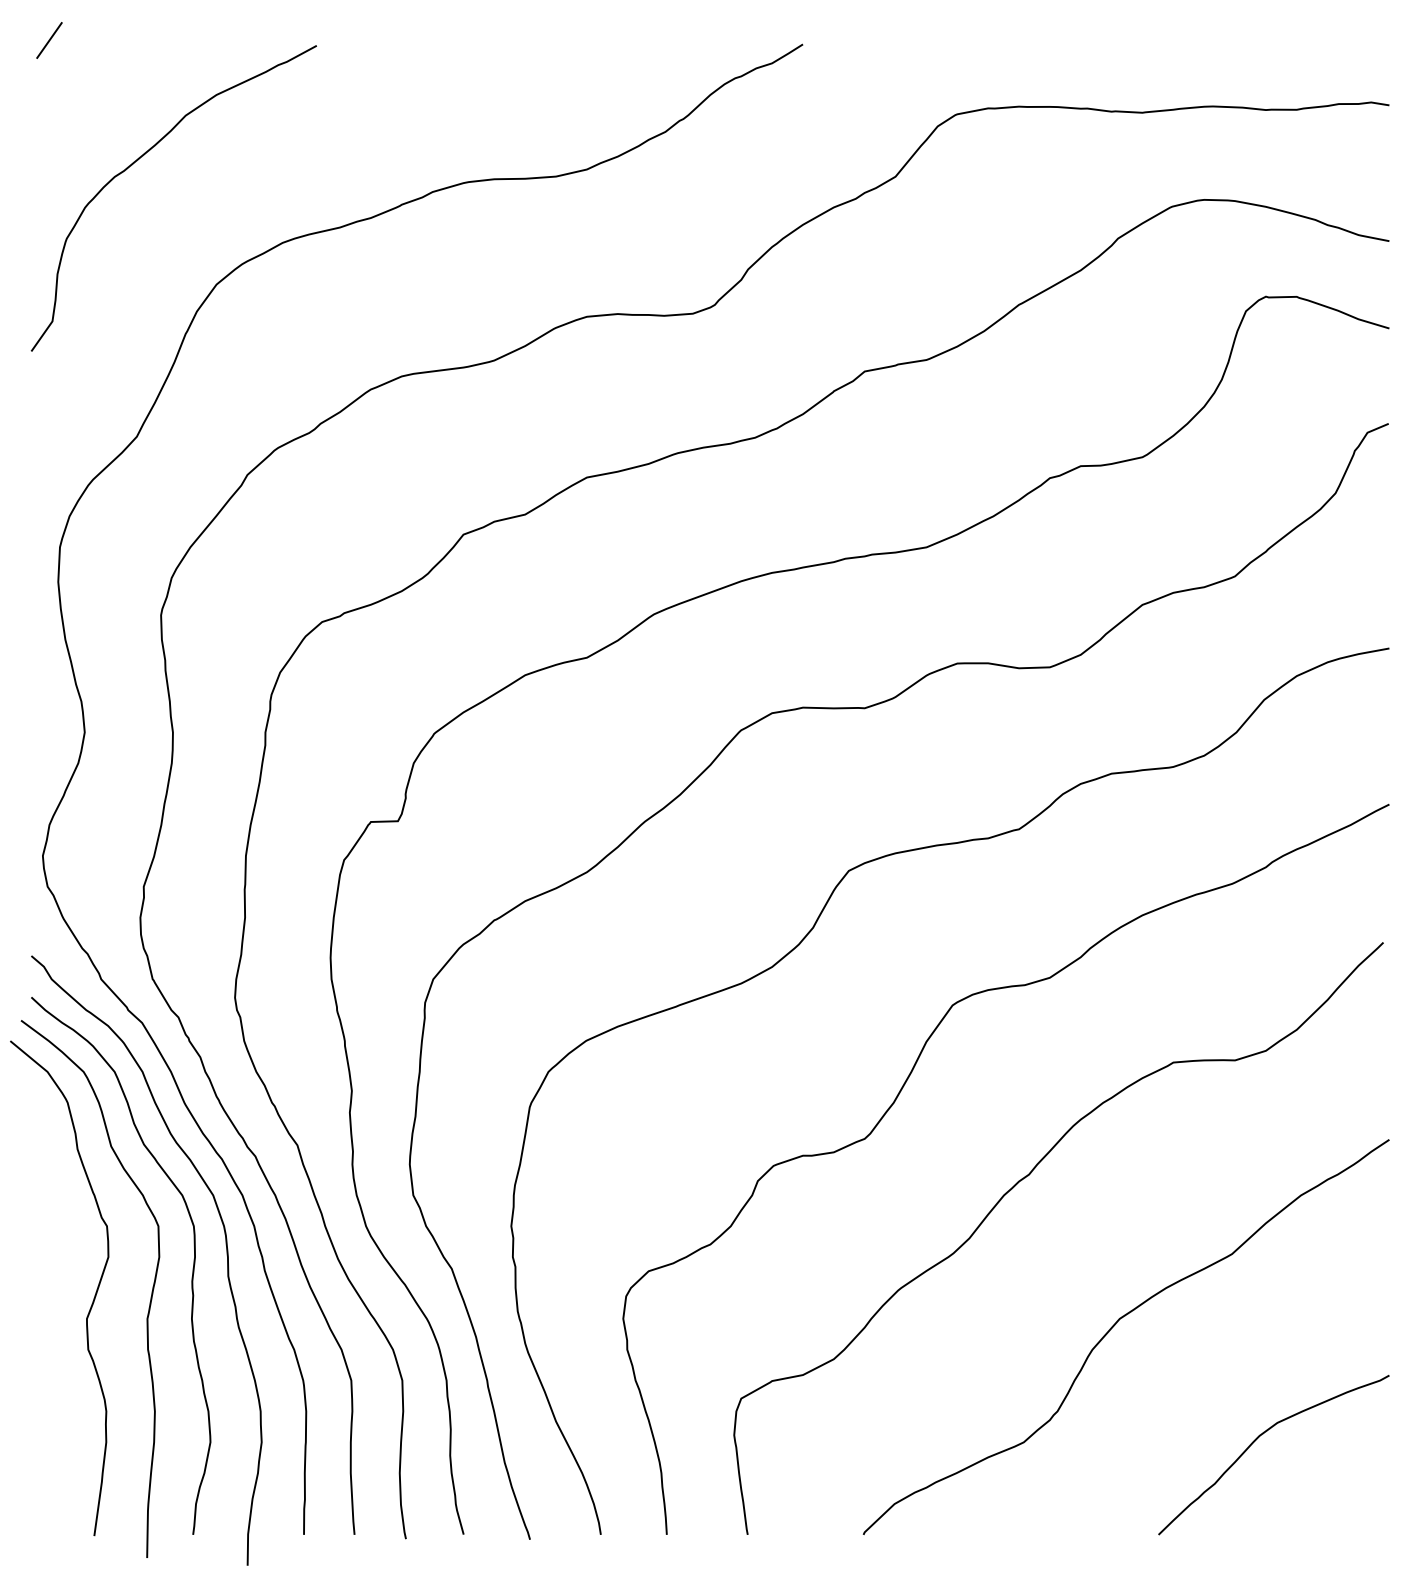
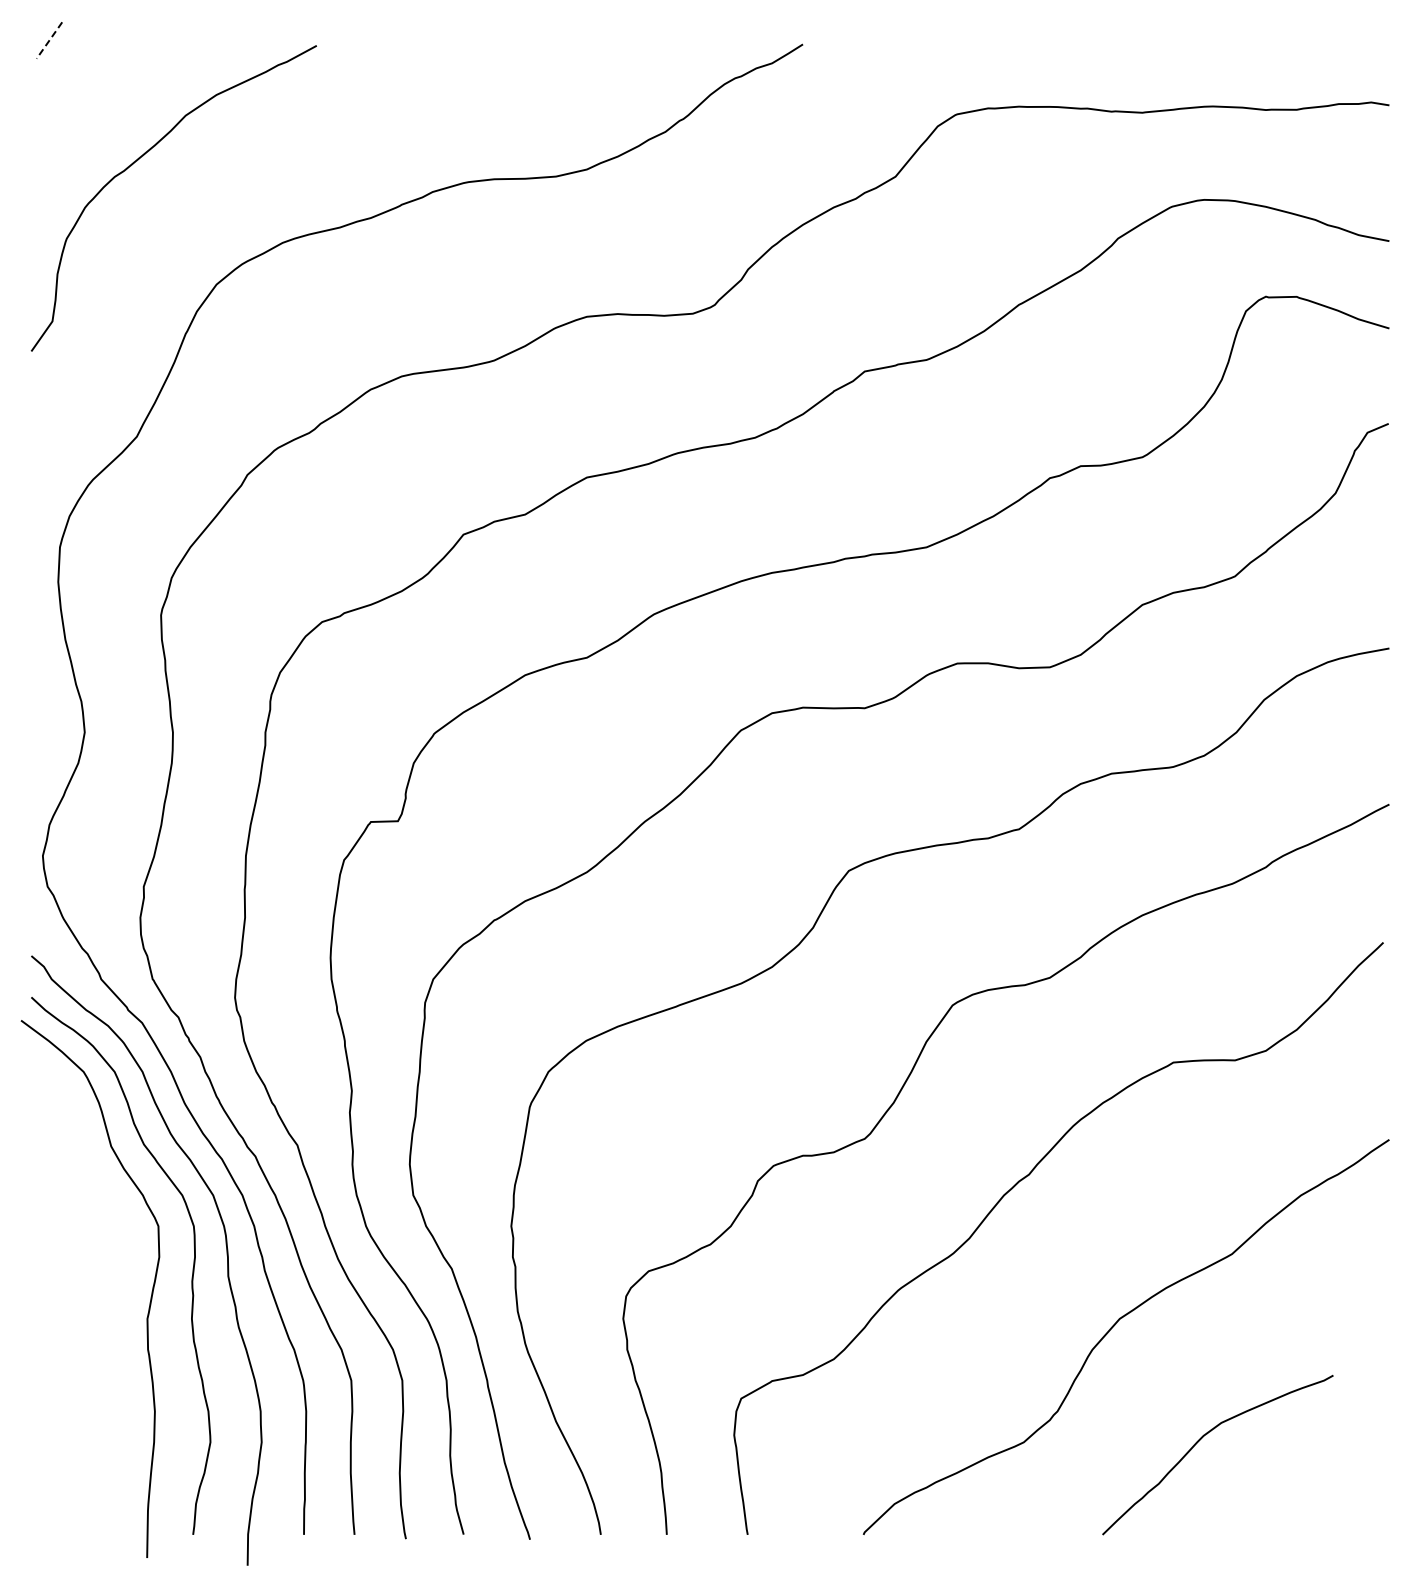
line at (49, 40): solid -> dashed
curve at (93, 1298): present -> none
curve at (1258, 1438) position: (1258, 1438) -> (1202, 1438)
